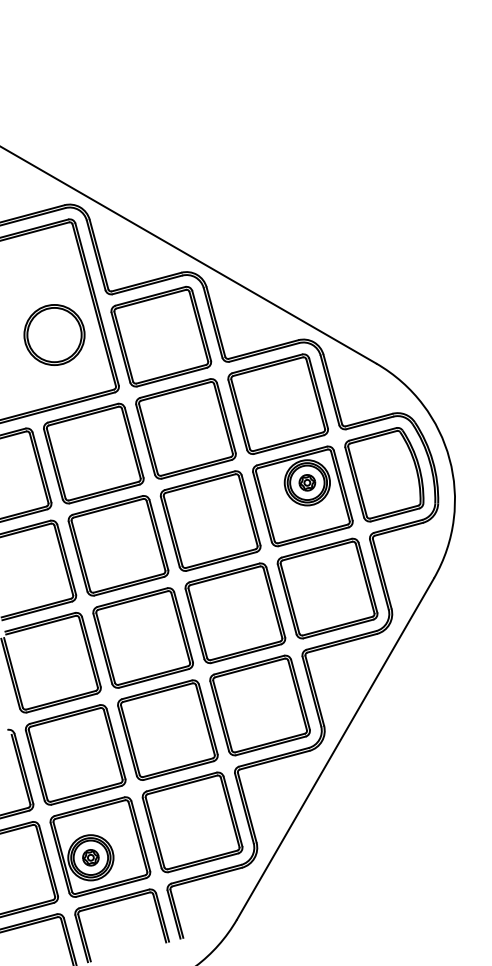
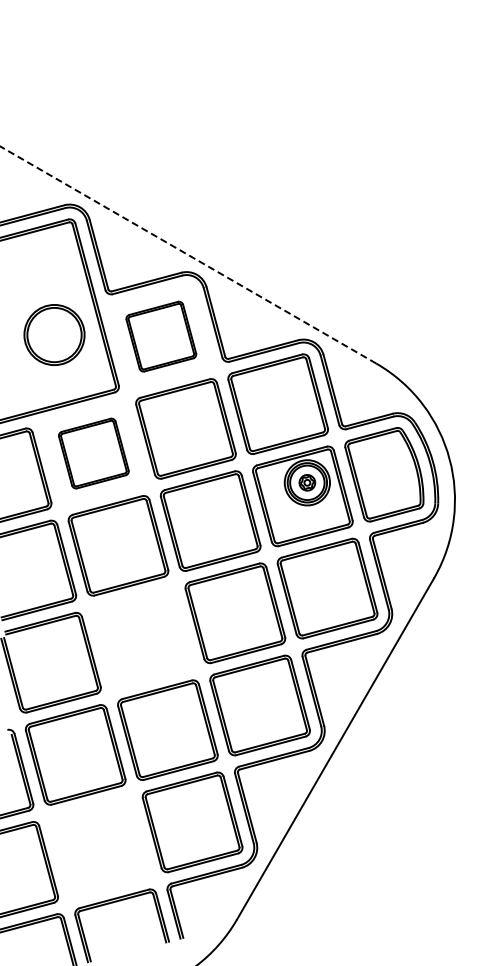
line at (187, 254): solid -> dashed
part at (161, 336) size: 103x103 px -> 73x73 px
part at (93, 453) size: 102x103 px -> 72x73 px
part at (142, 637): present -> none
part at (100, 846): present -> none
